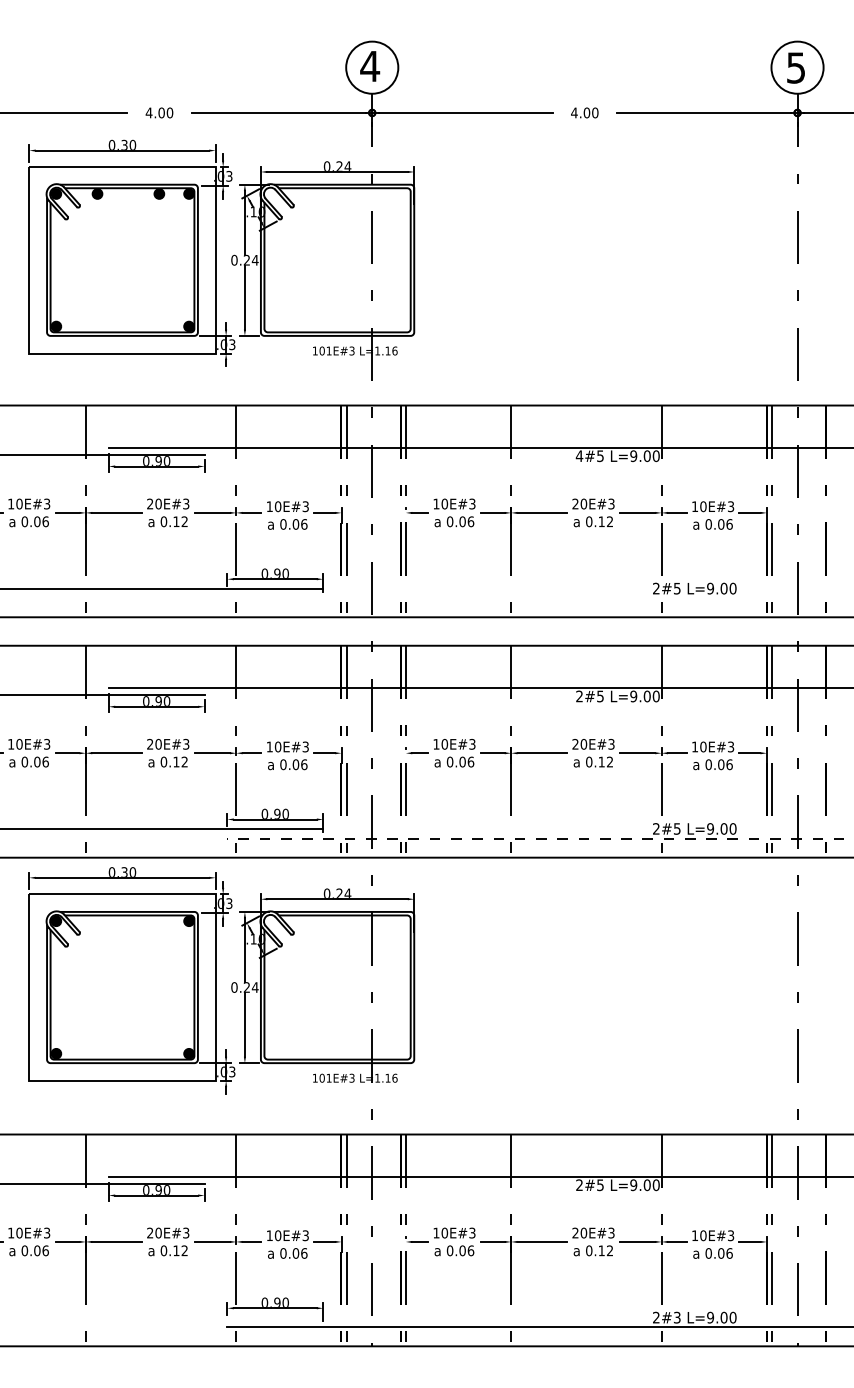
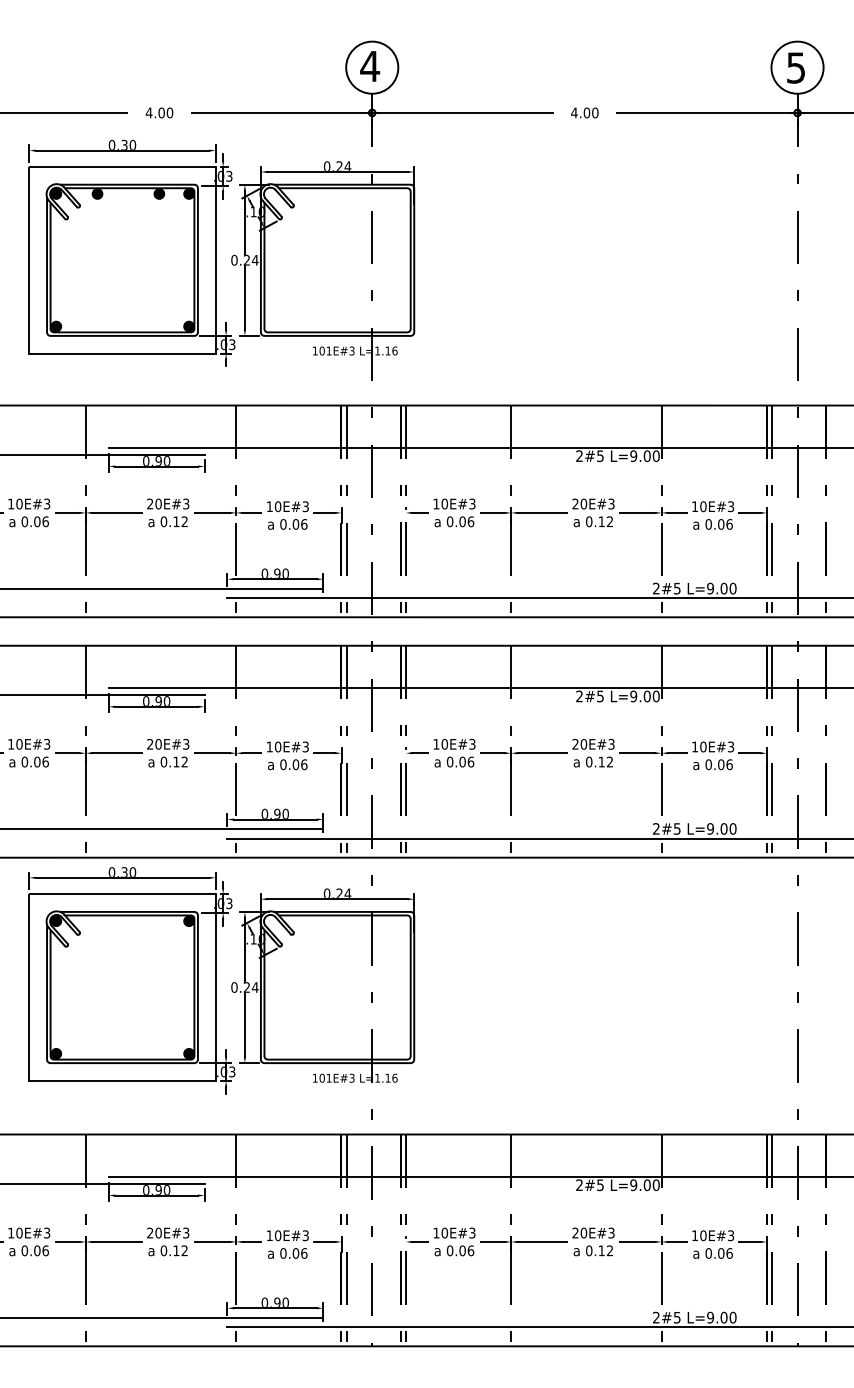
text at (579, 455): 4#5 -> 2#5
line at (538, 598): none -> present
line at (540, 838): dashed -> solid
text at (677, 1316): 2#3 -> 2#5
line at (162, 1318): none -> present
